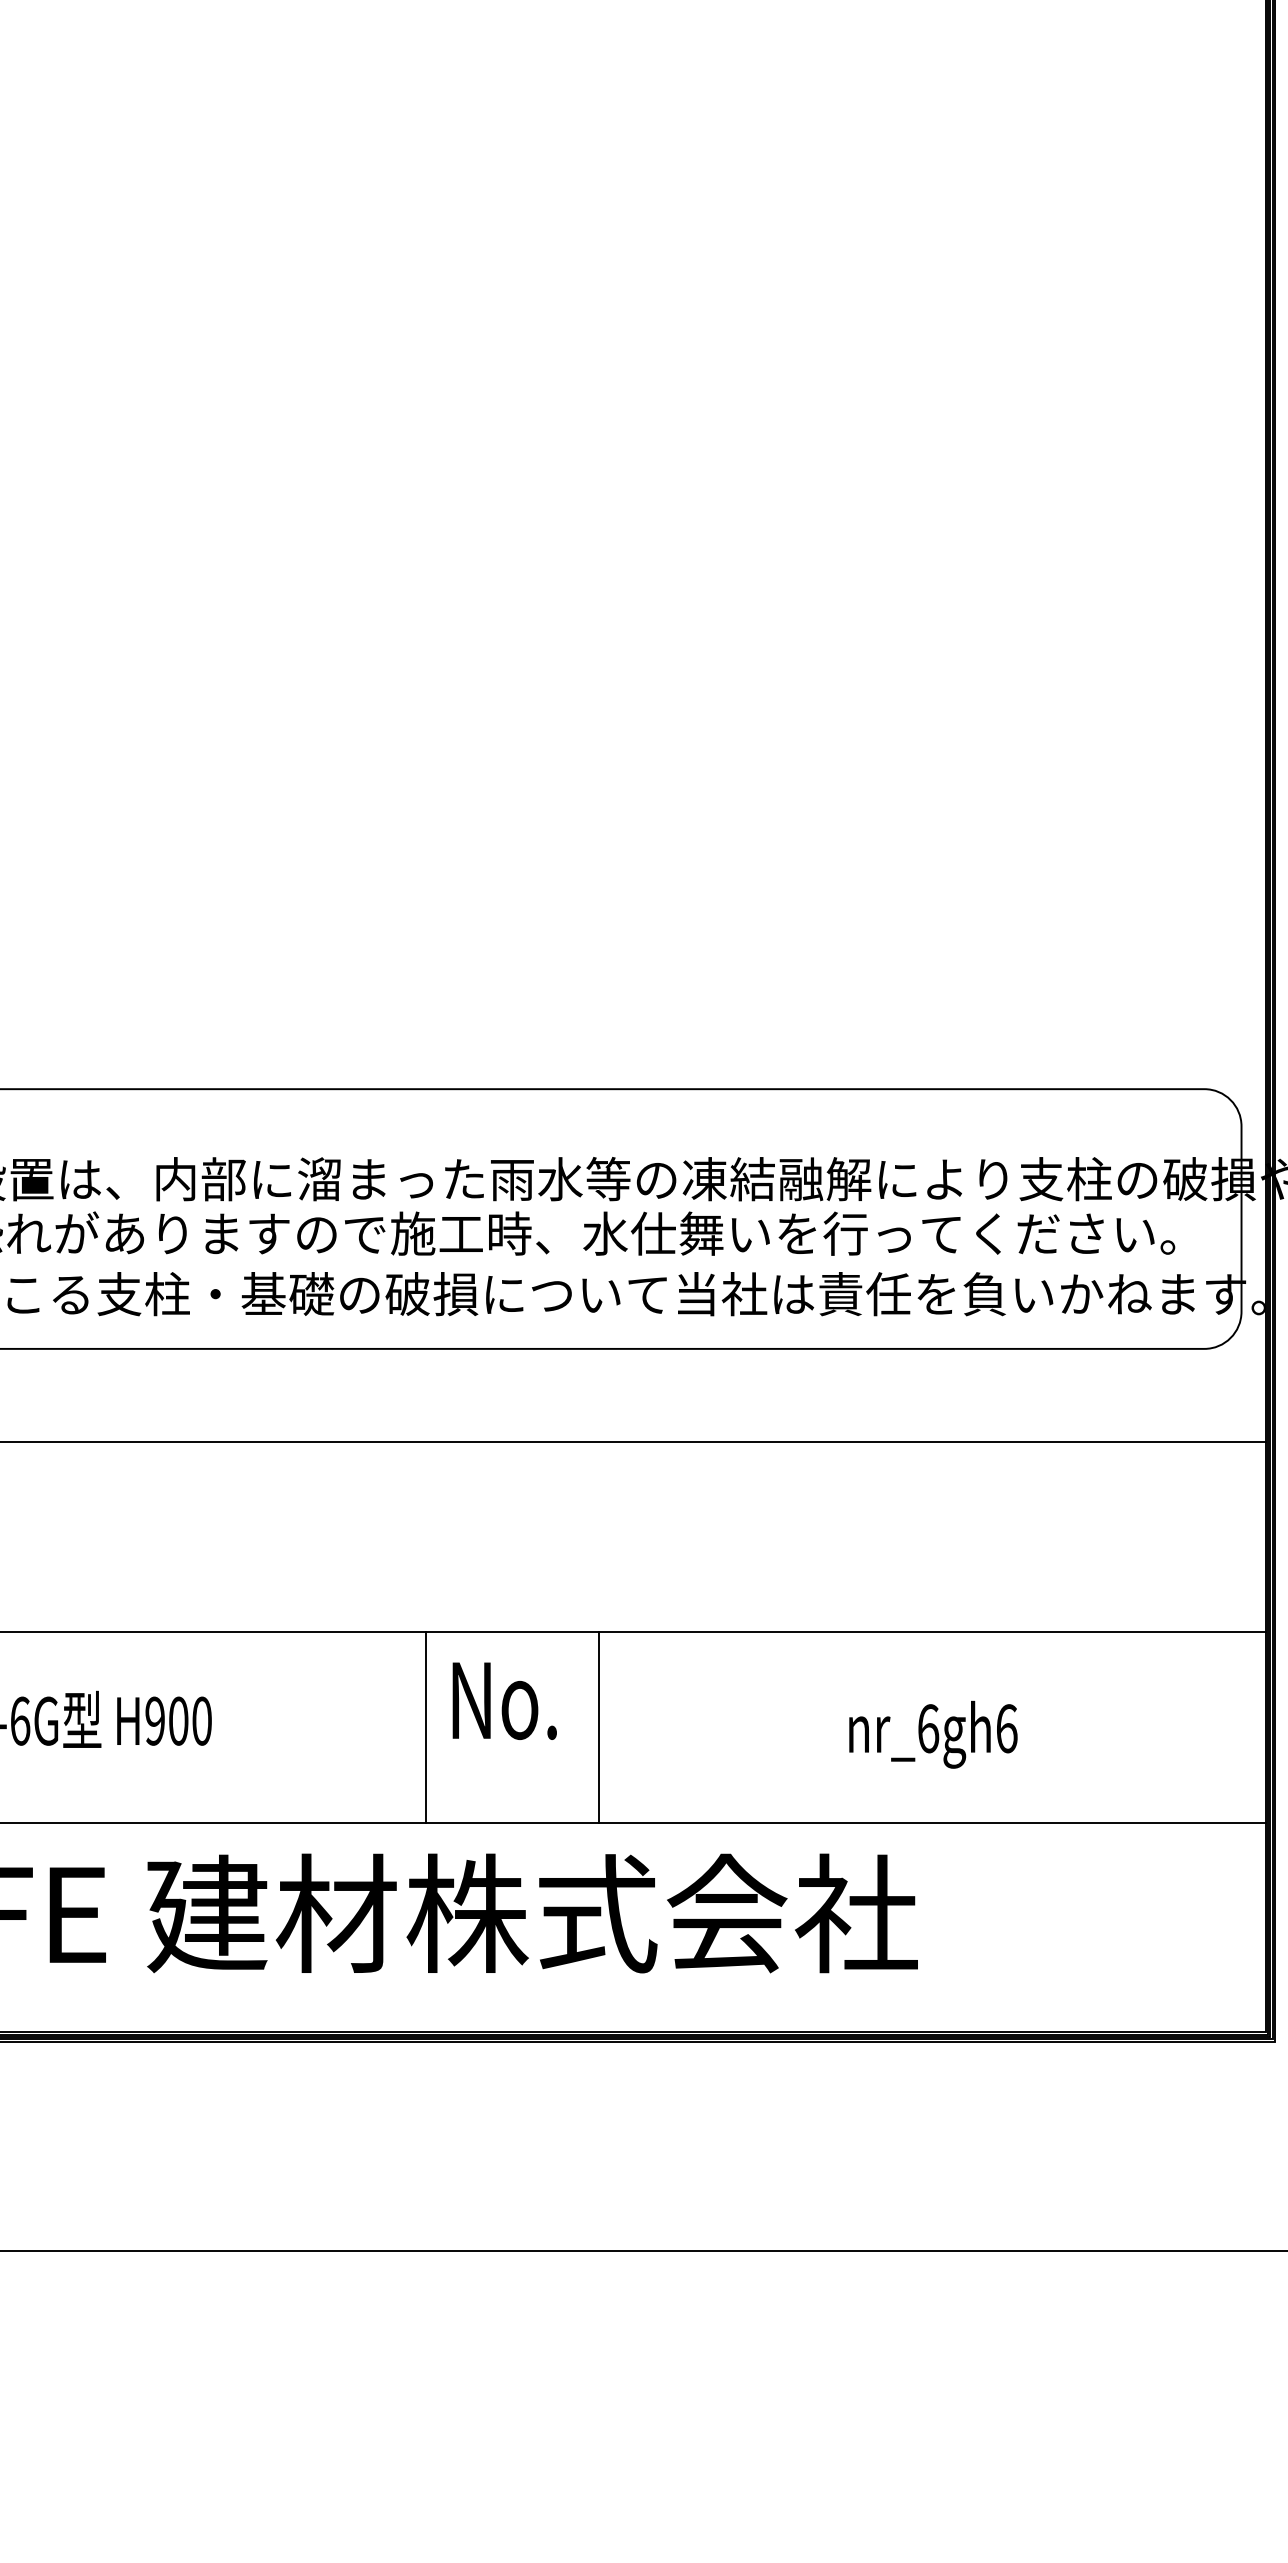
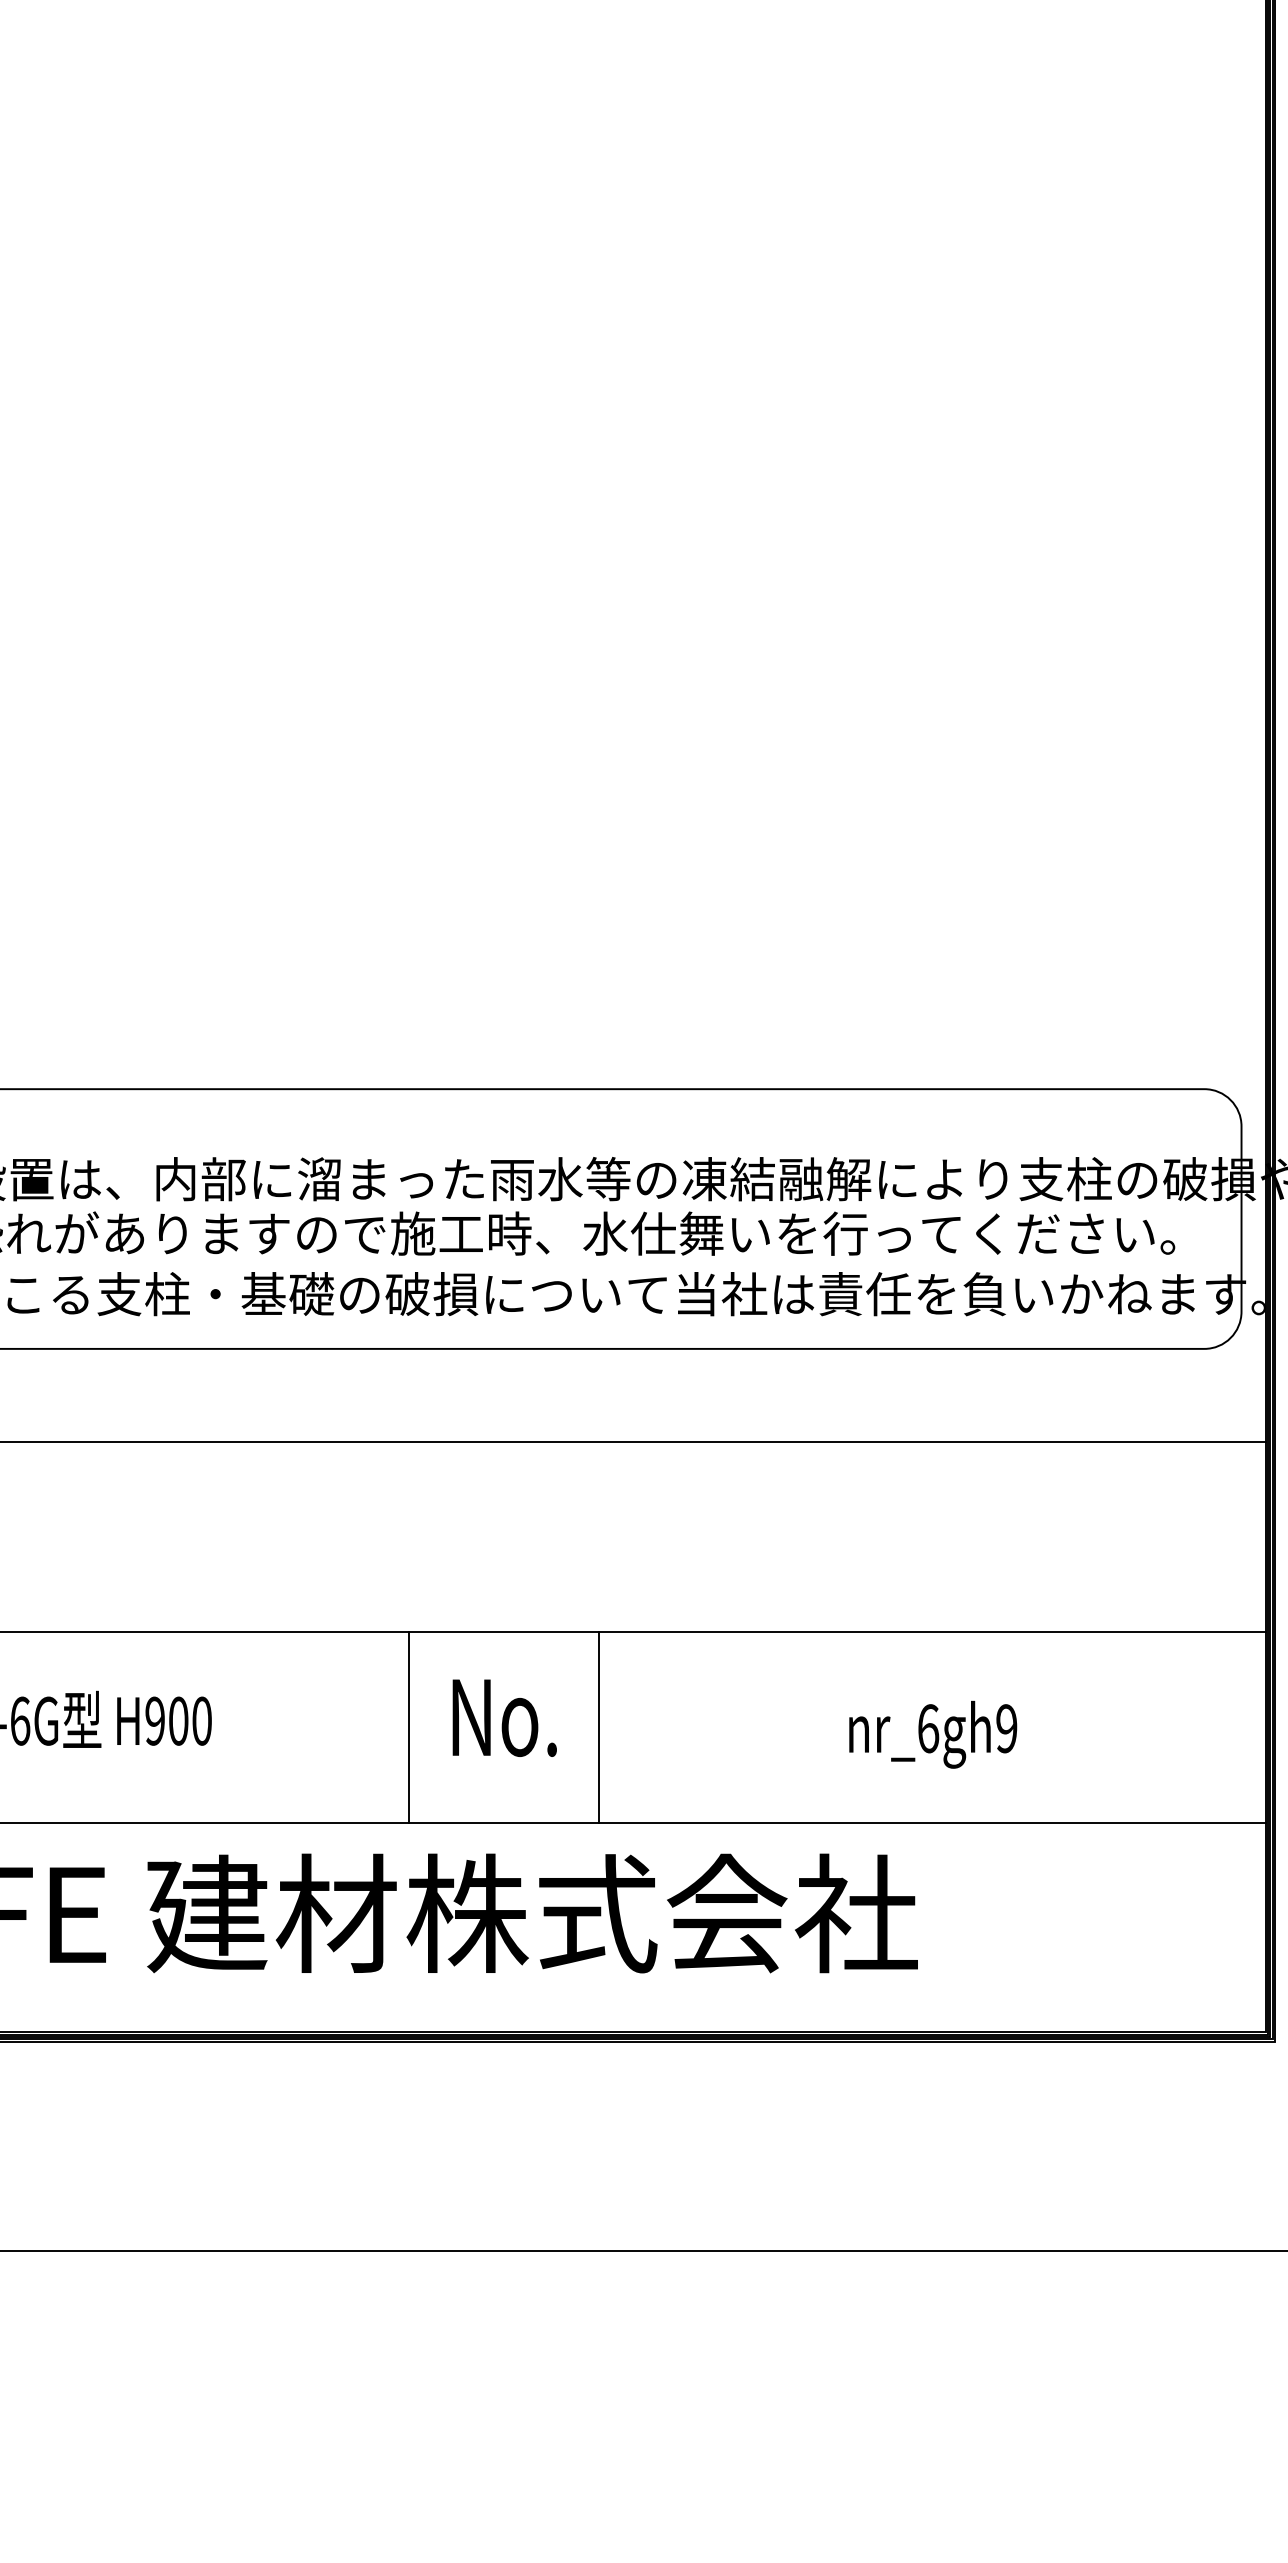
text at (504, 1700) position: (504, 1700) -> (504, 1717)
line at (425, 1727) position: (425, 1727) -> (408, 1727)
text at (1006, 1728): nr_6gh6 -> nr_6gh9
